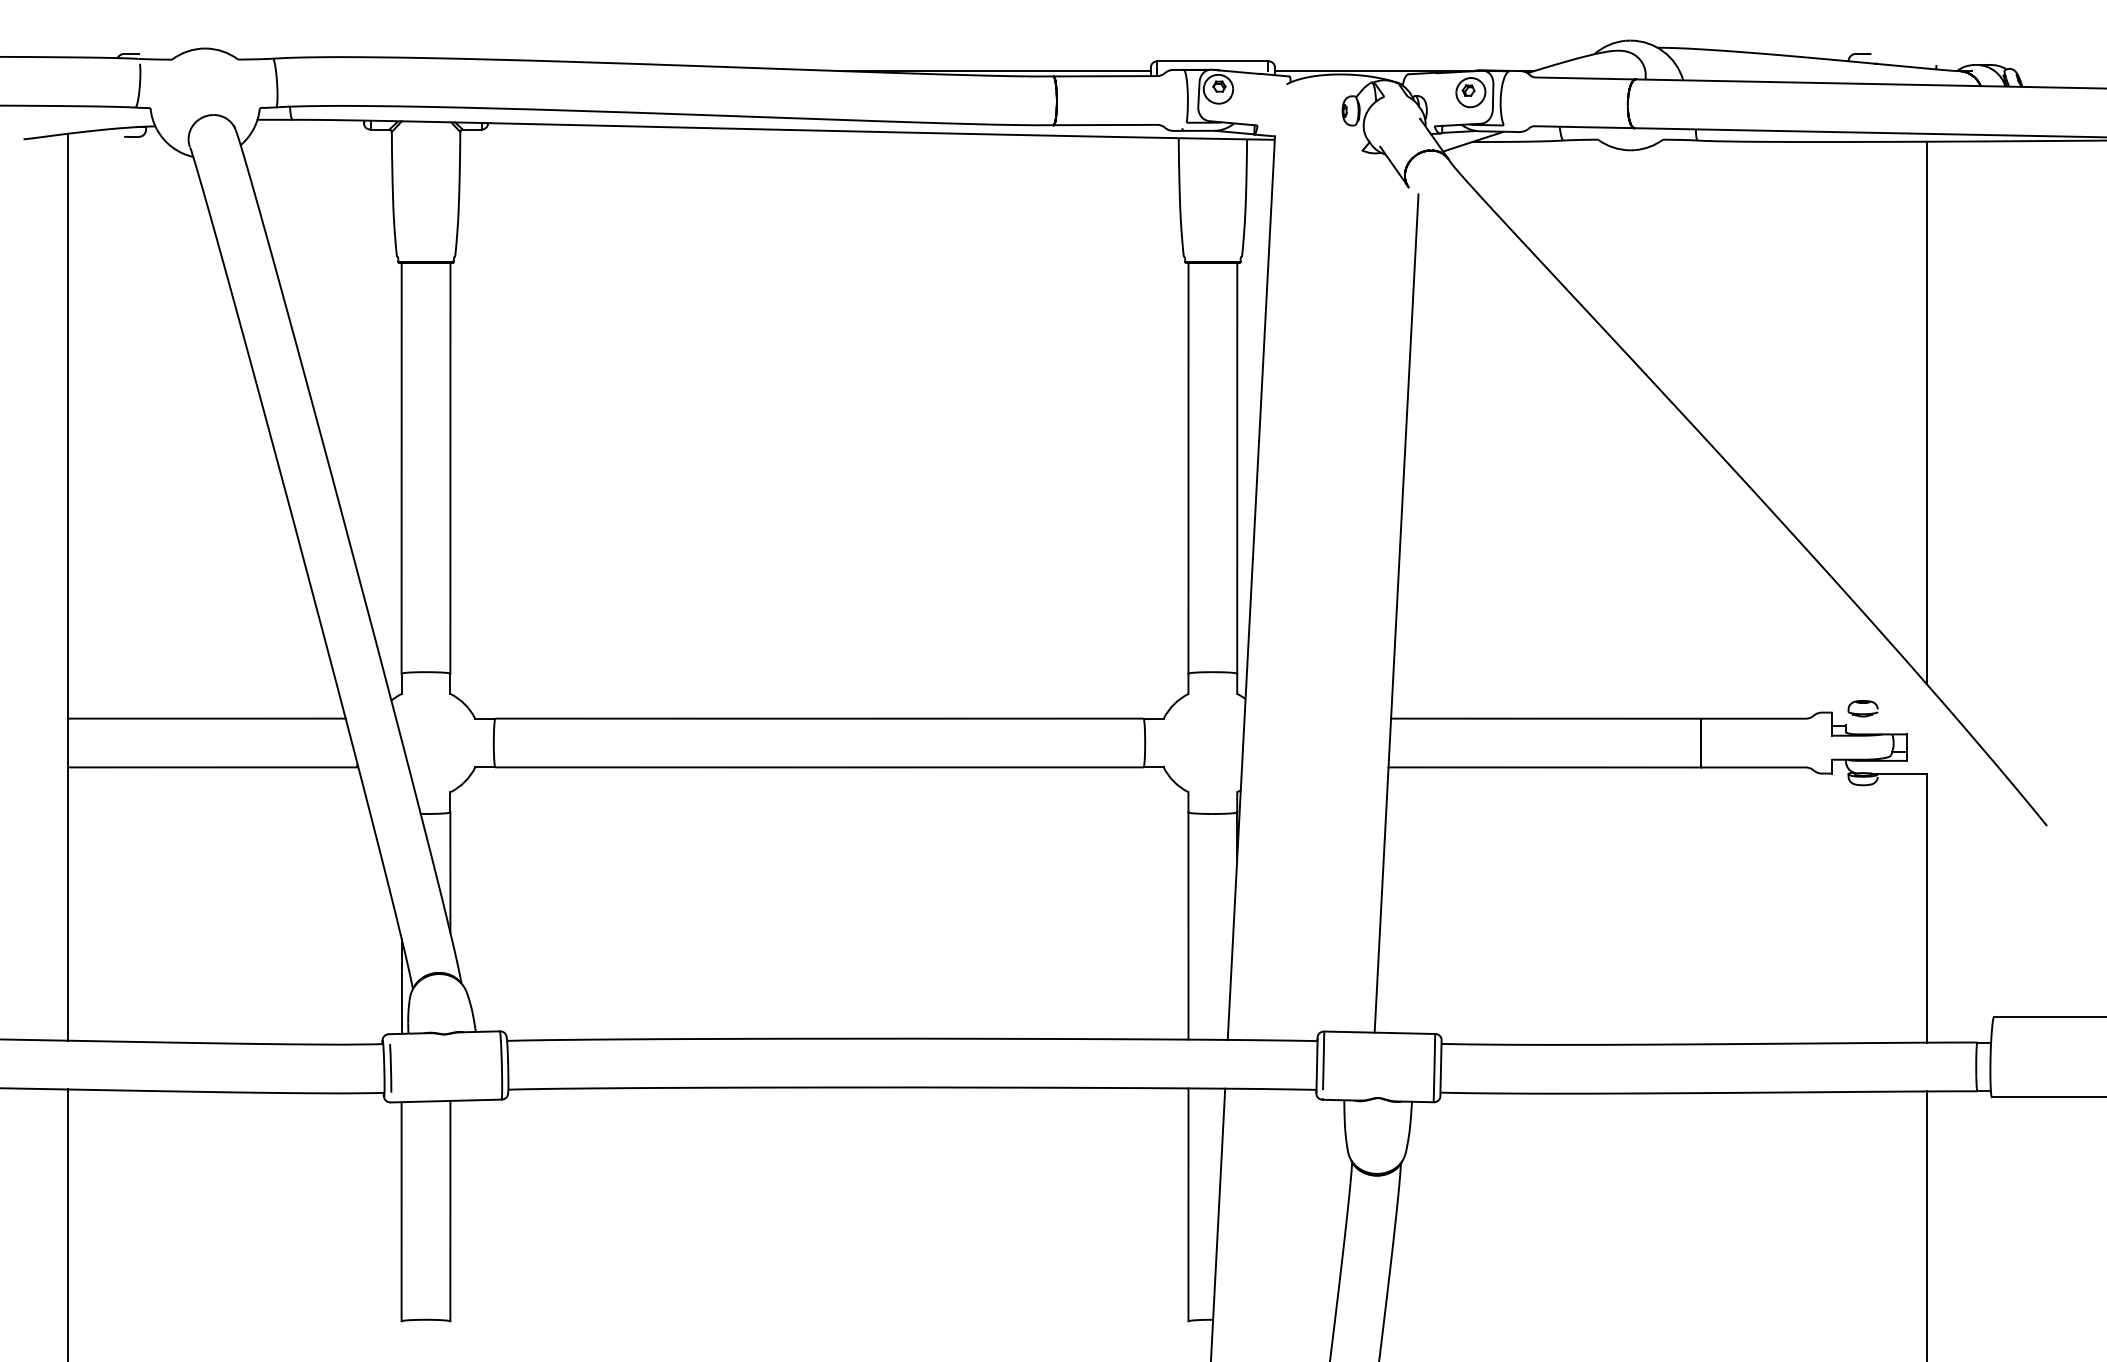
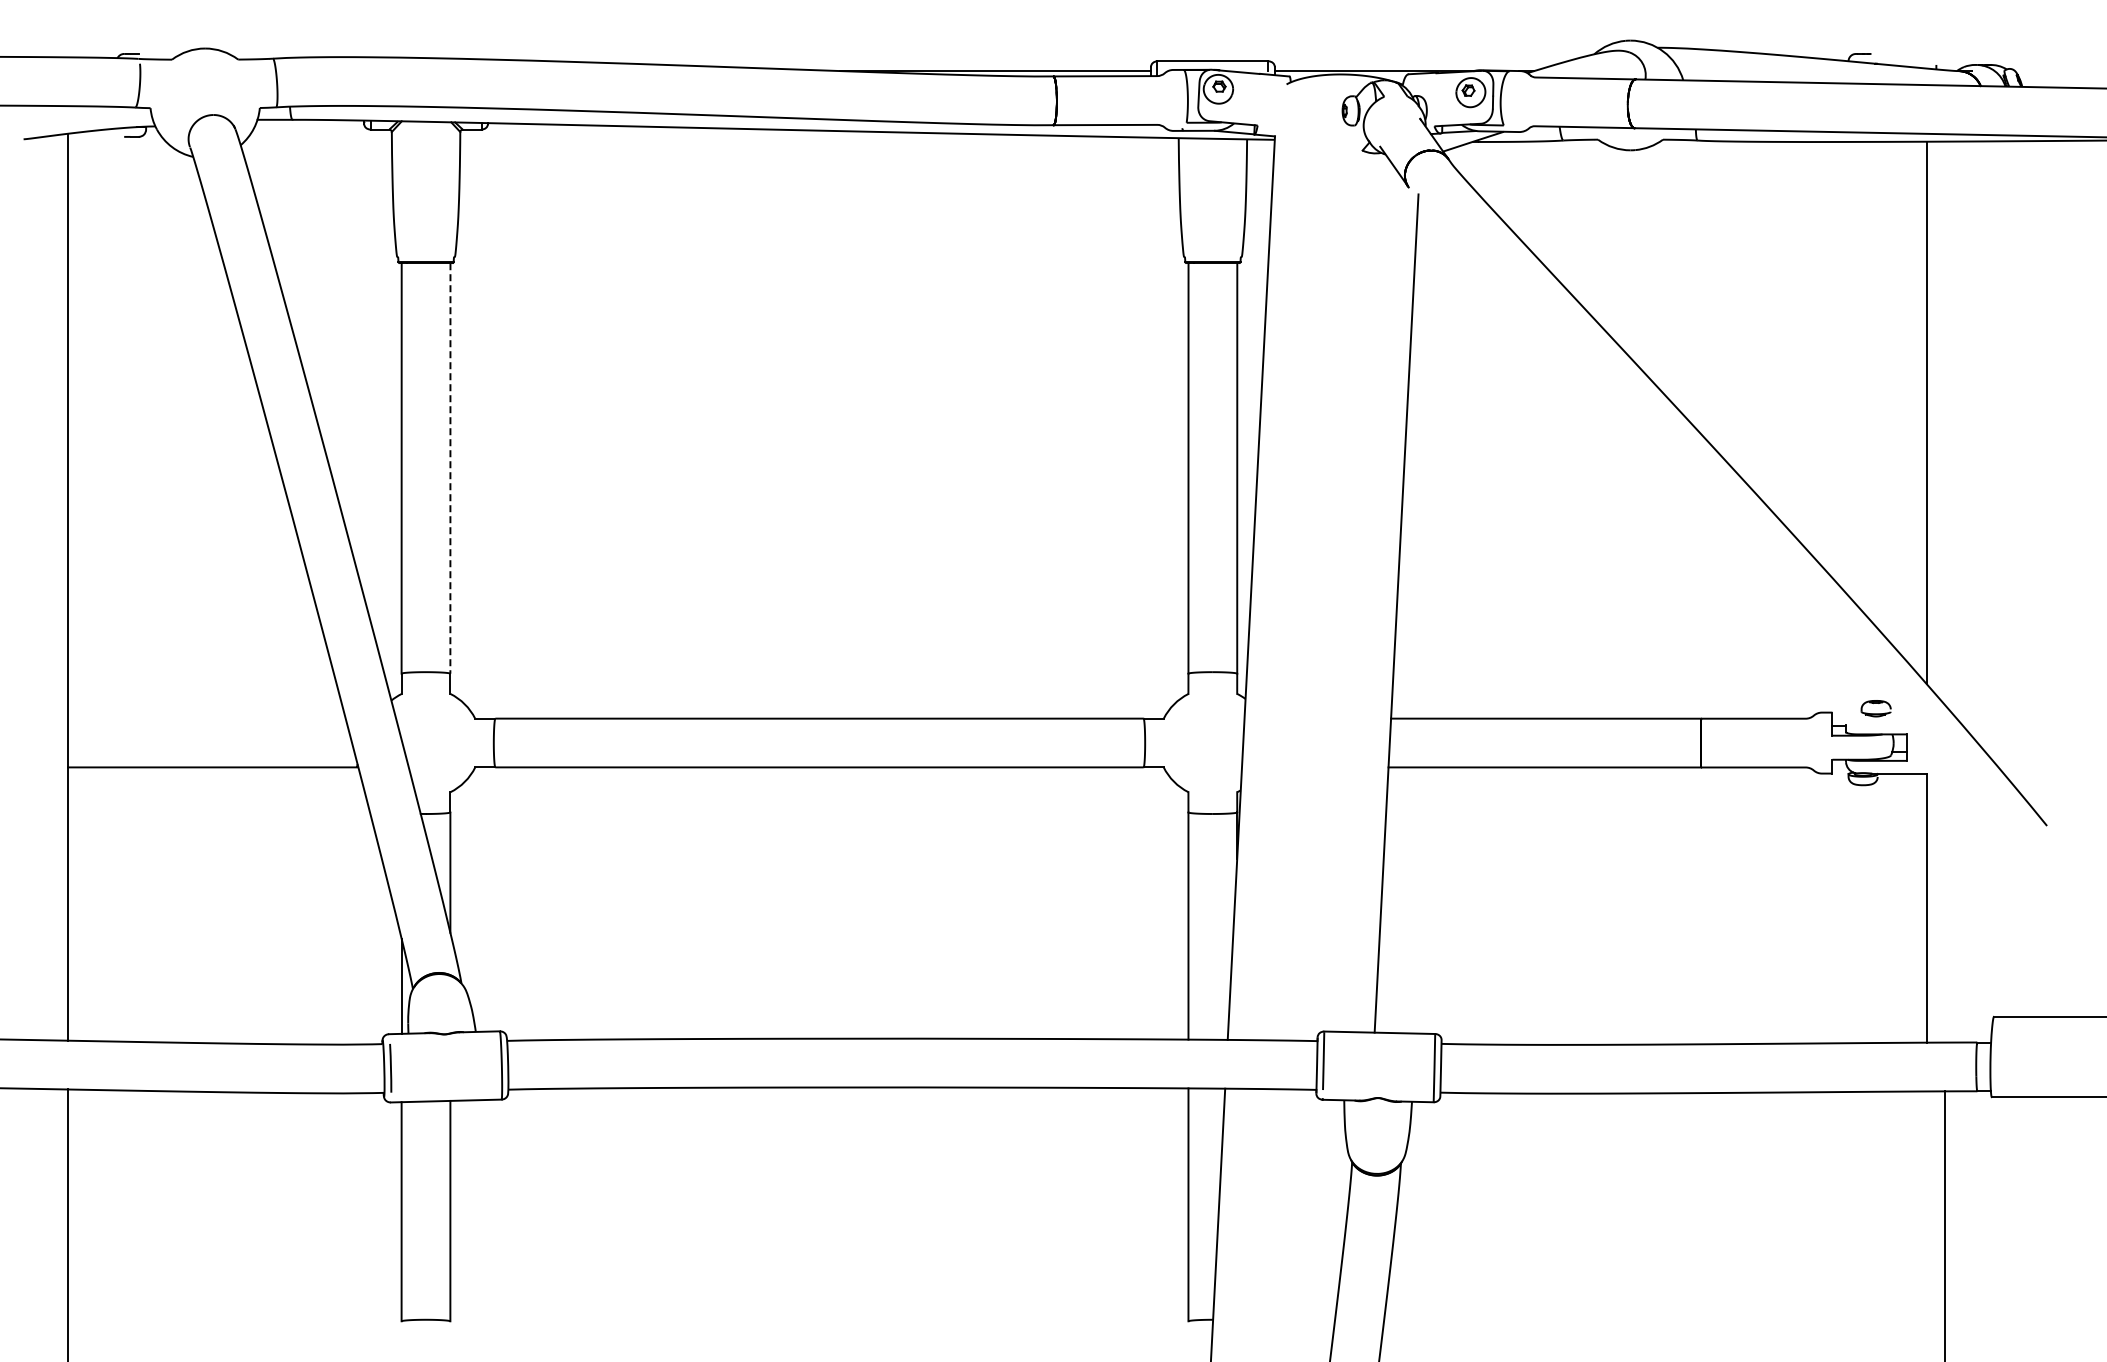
line at (450, 468): solid -> dashed
part at (1862, 708) position: (1862, 708) -> (1875, 708)
line at (206, 718): present -> none
line at (1926, 1224) position: (1926, 1224) -> (1944, 1224)
